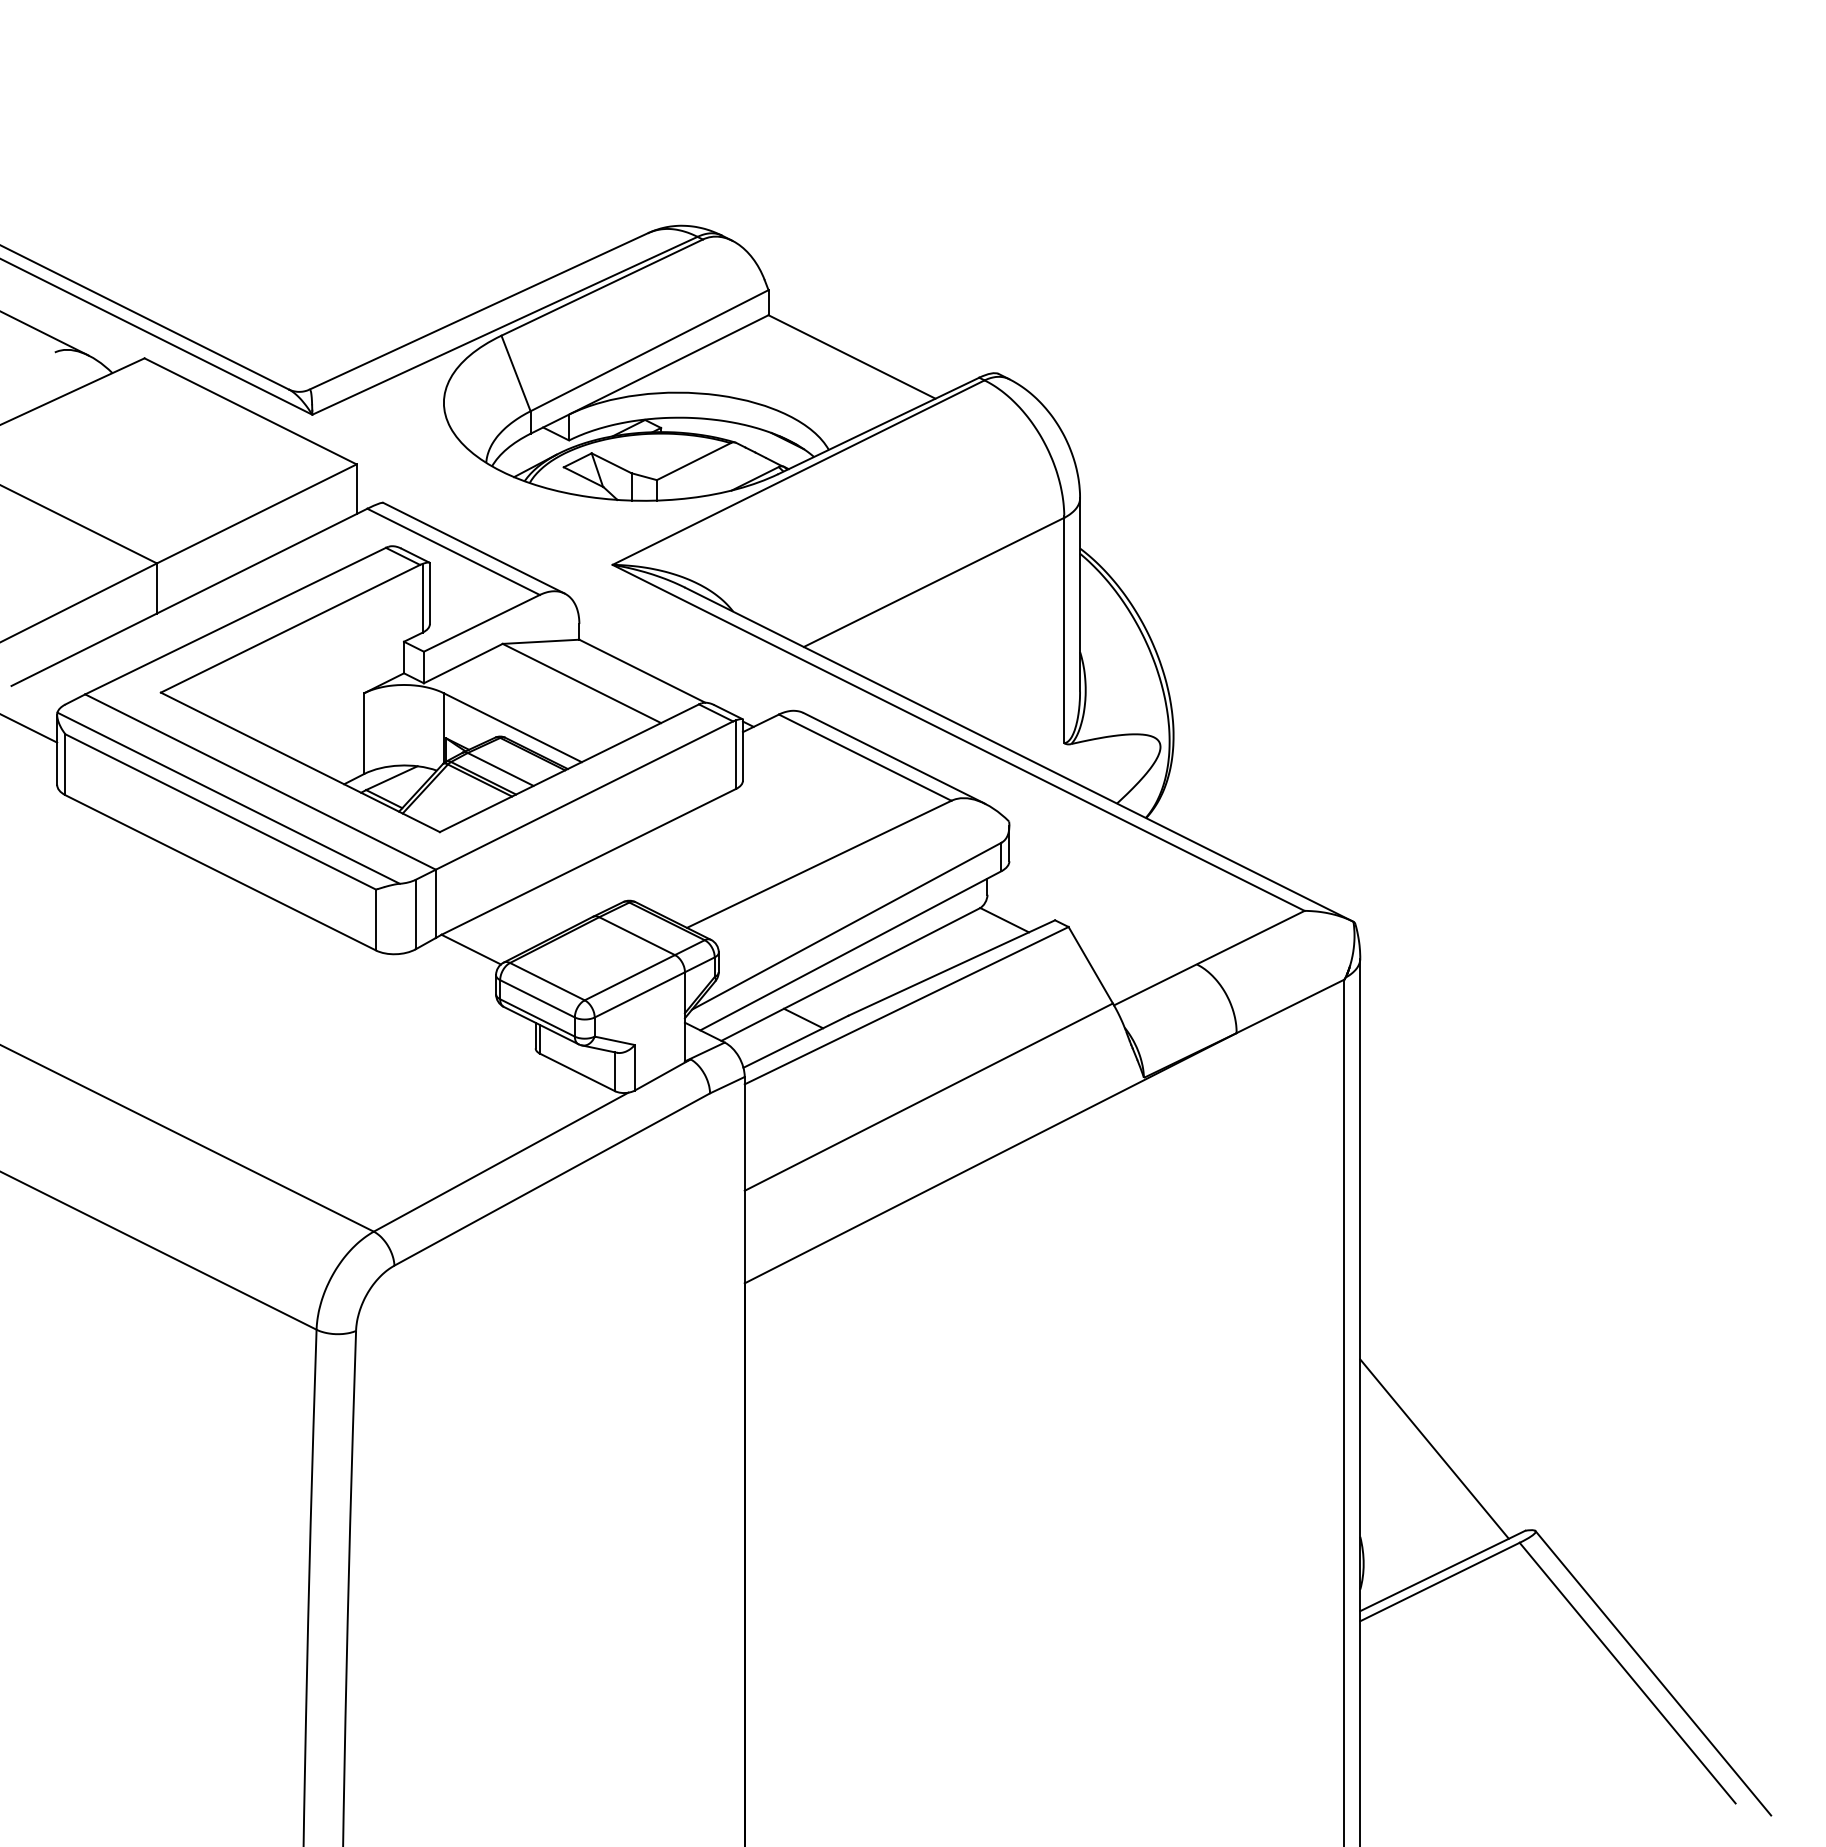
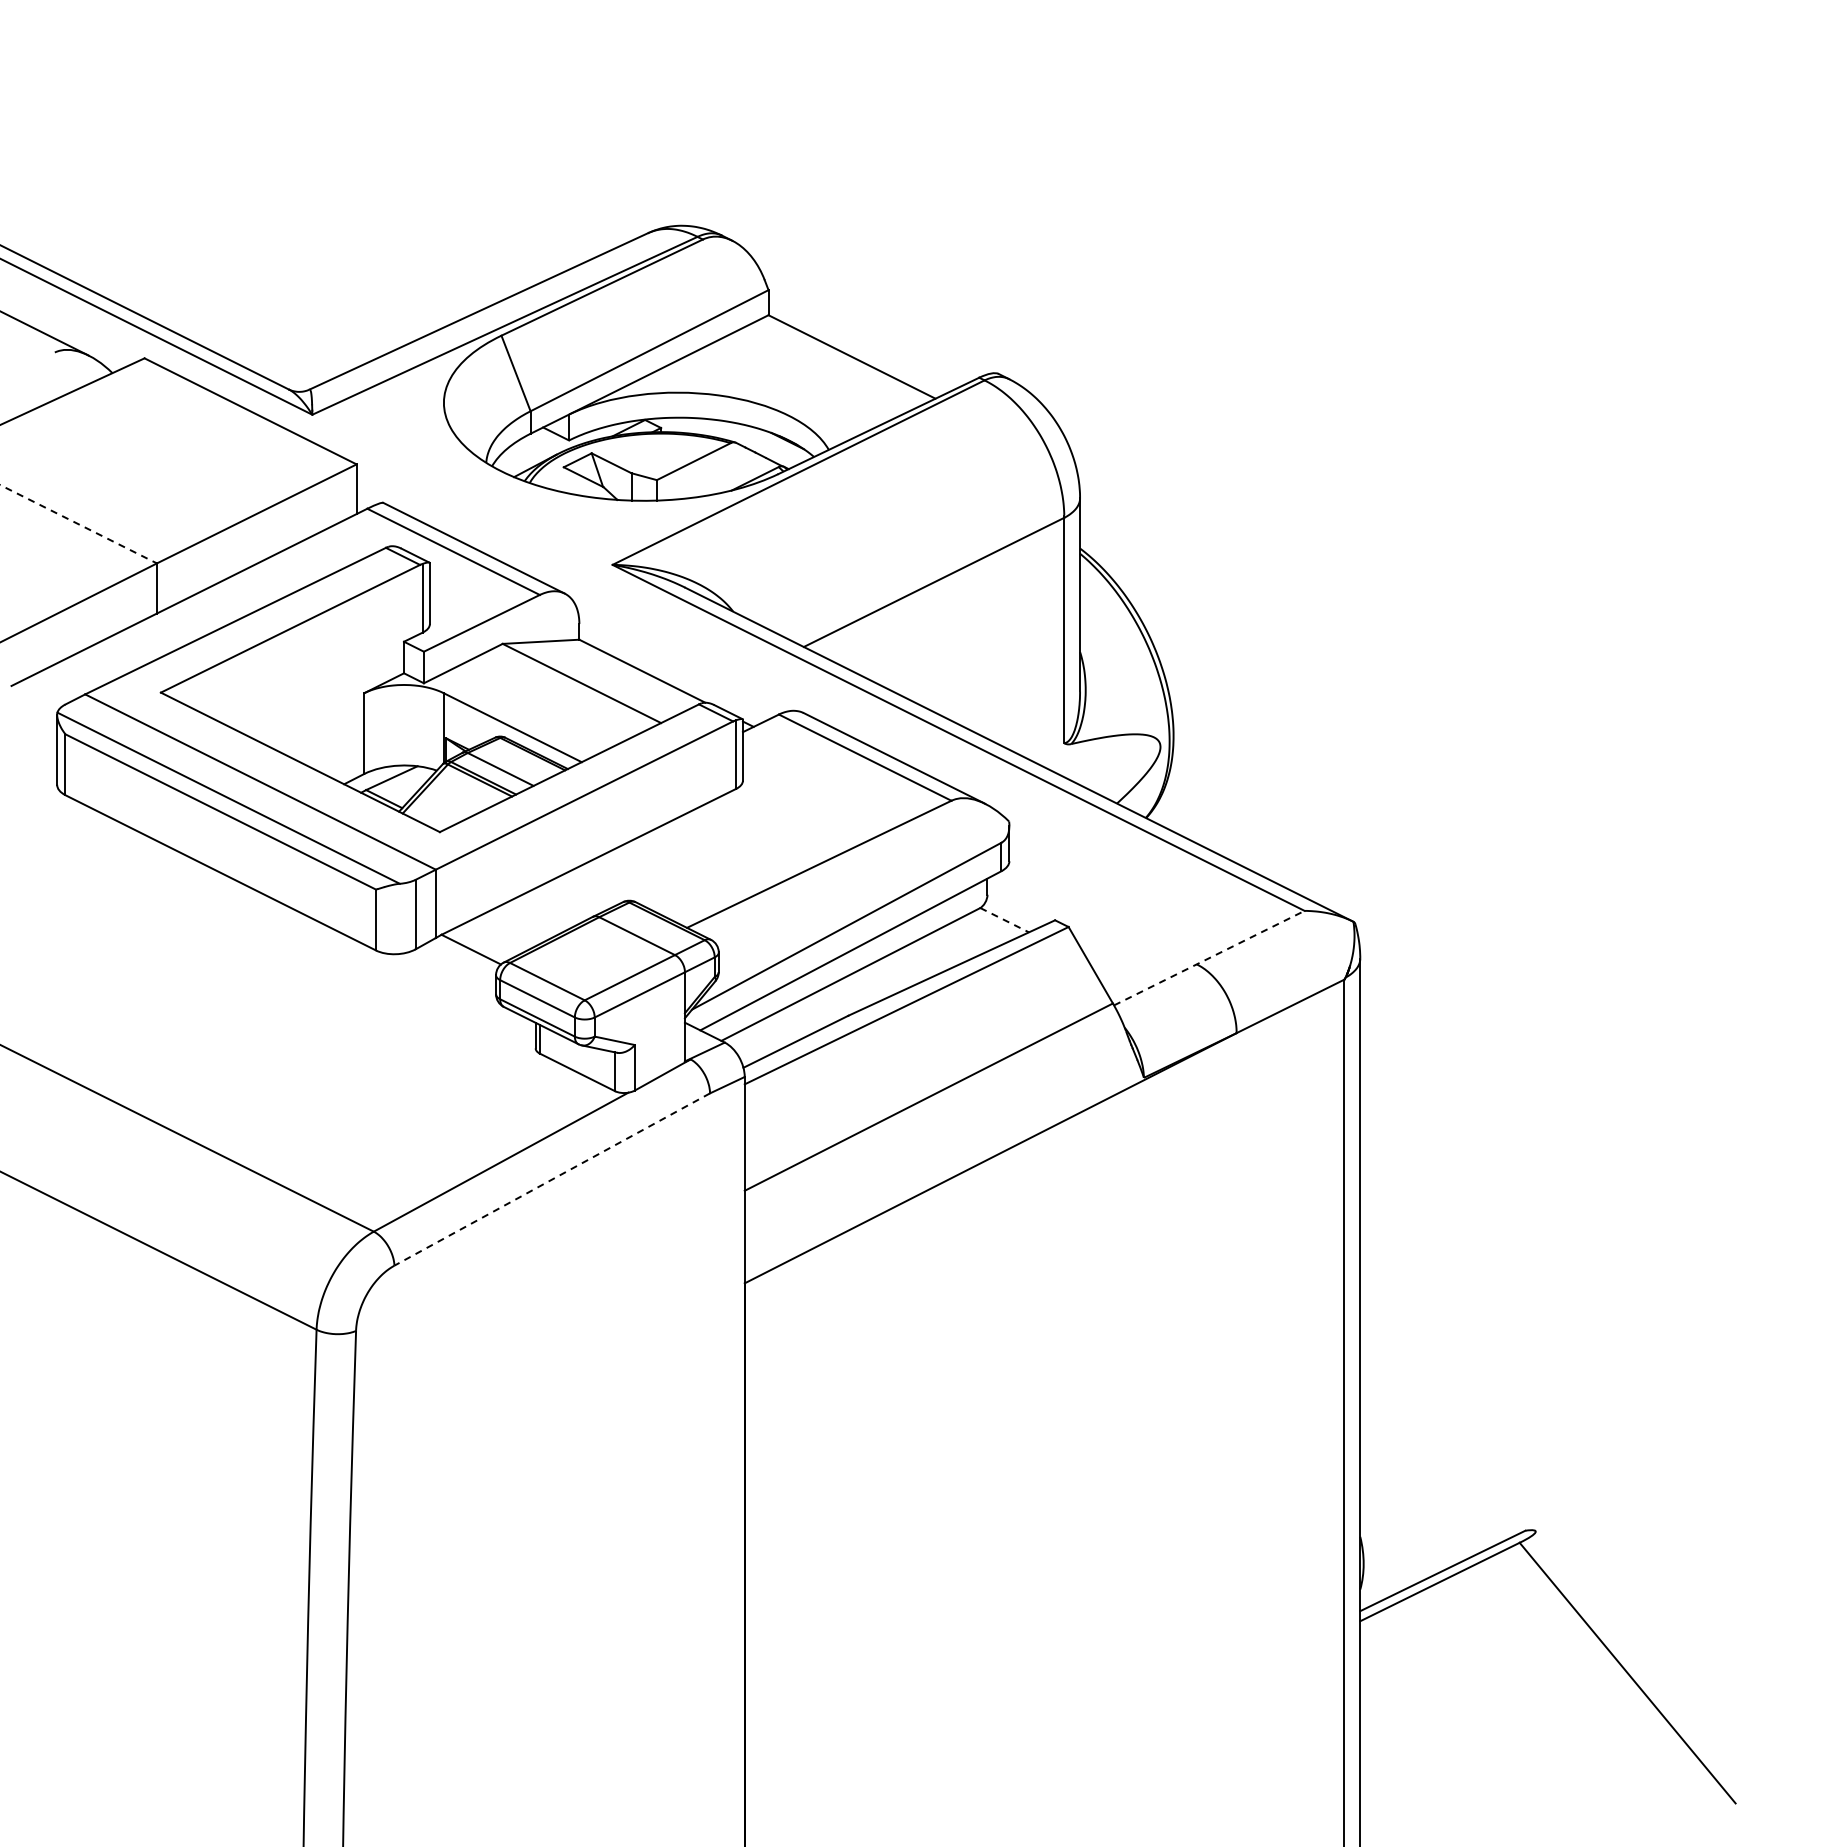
line at (78, 524): solid -> dashed
line at (29, 728): present -> none
line at (1005, 920): solid -> dashed
line at (1209, 957): solid -> dashed
line at (803, 1018): present -> none
line at (552, 1179): solid -> dashed
line at (1434, 1448): present -> none
line at (1653, 1673): present -> none
